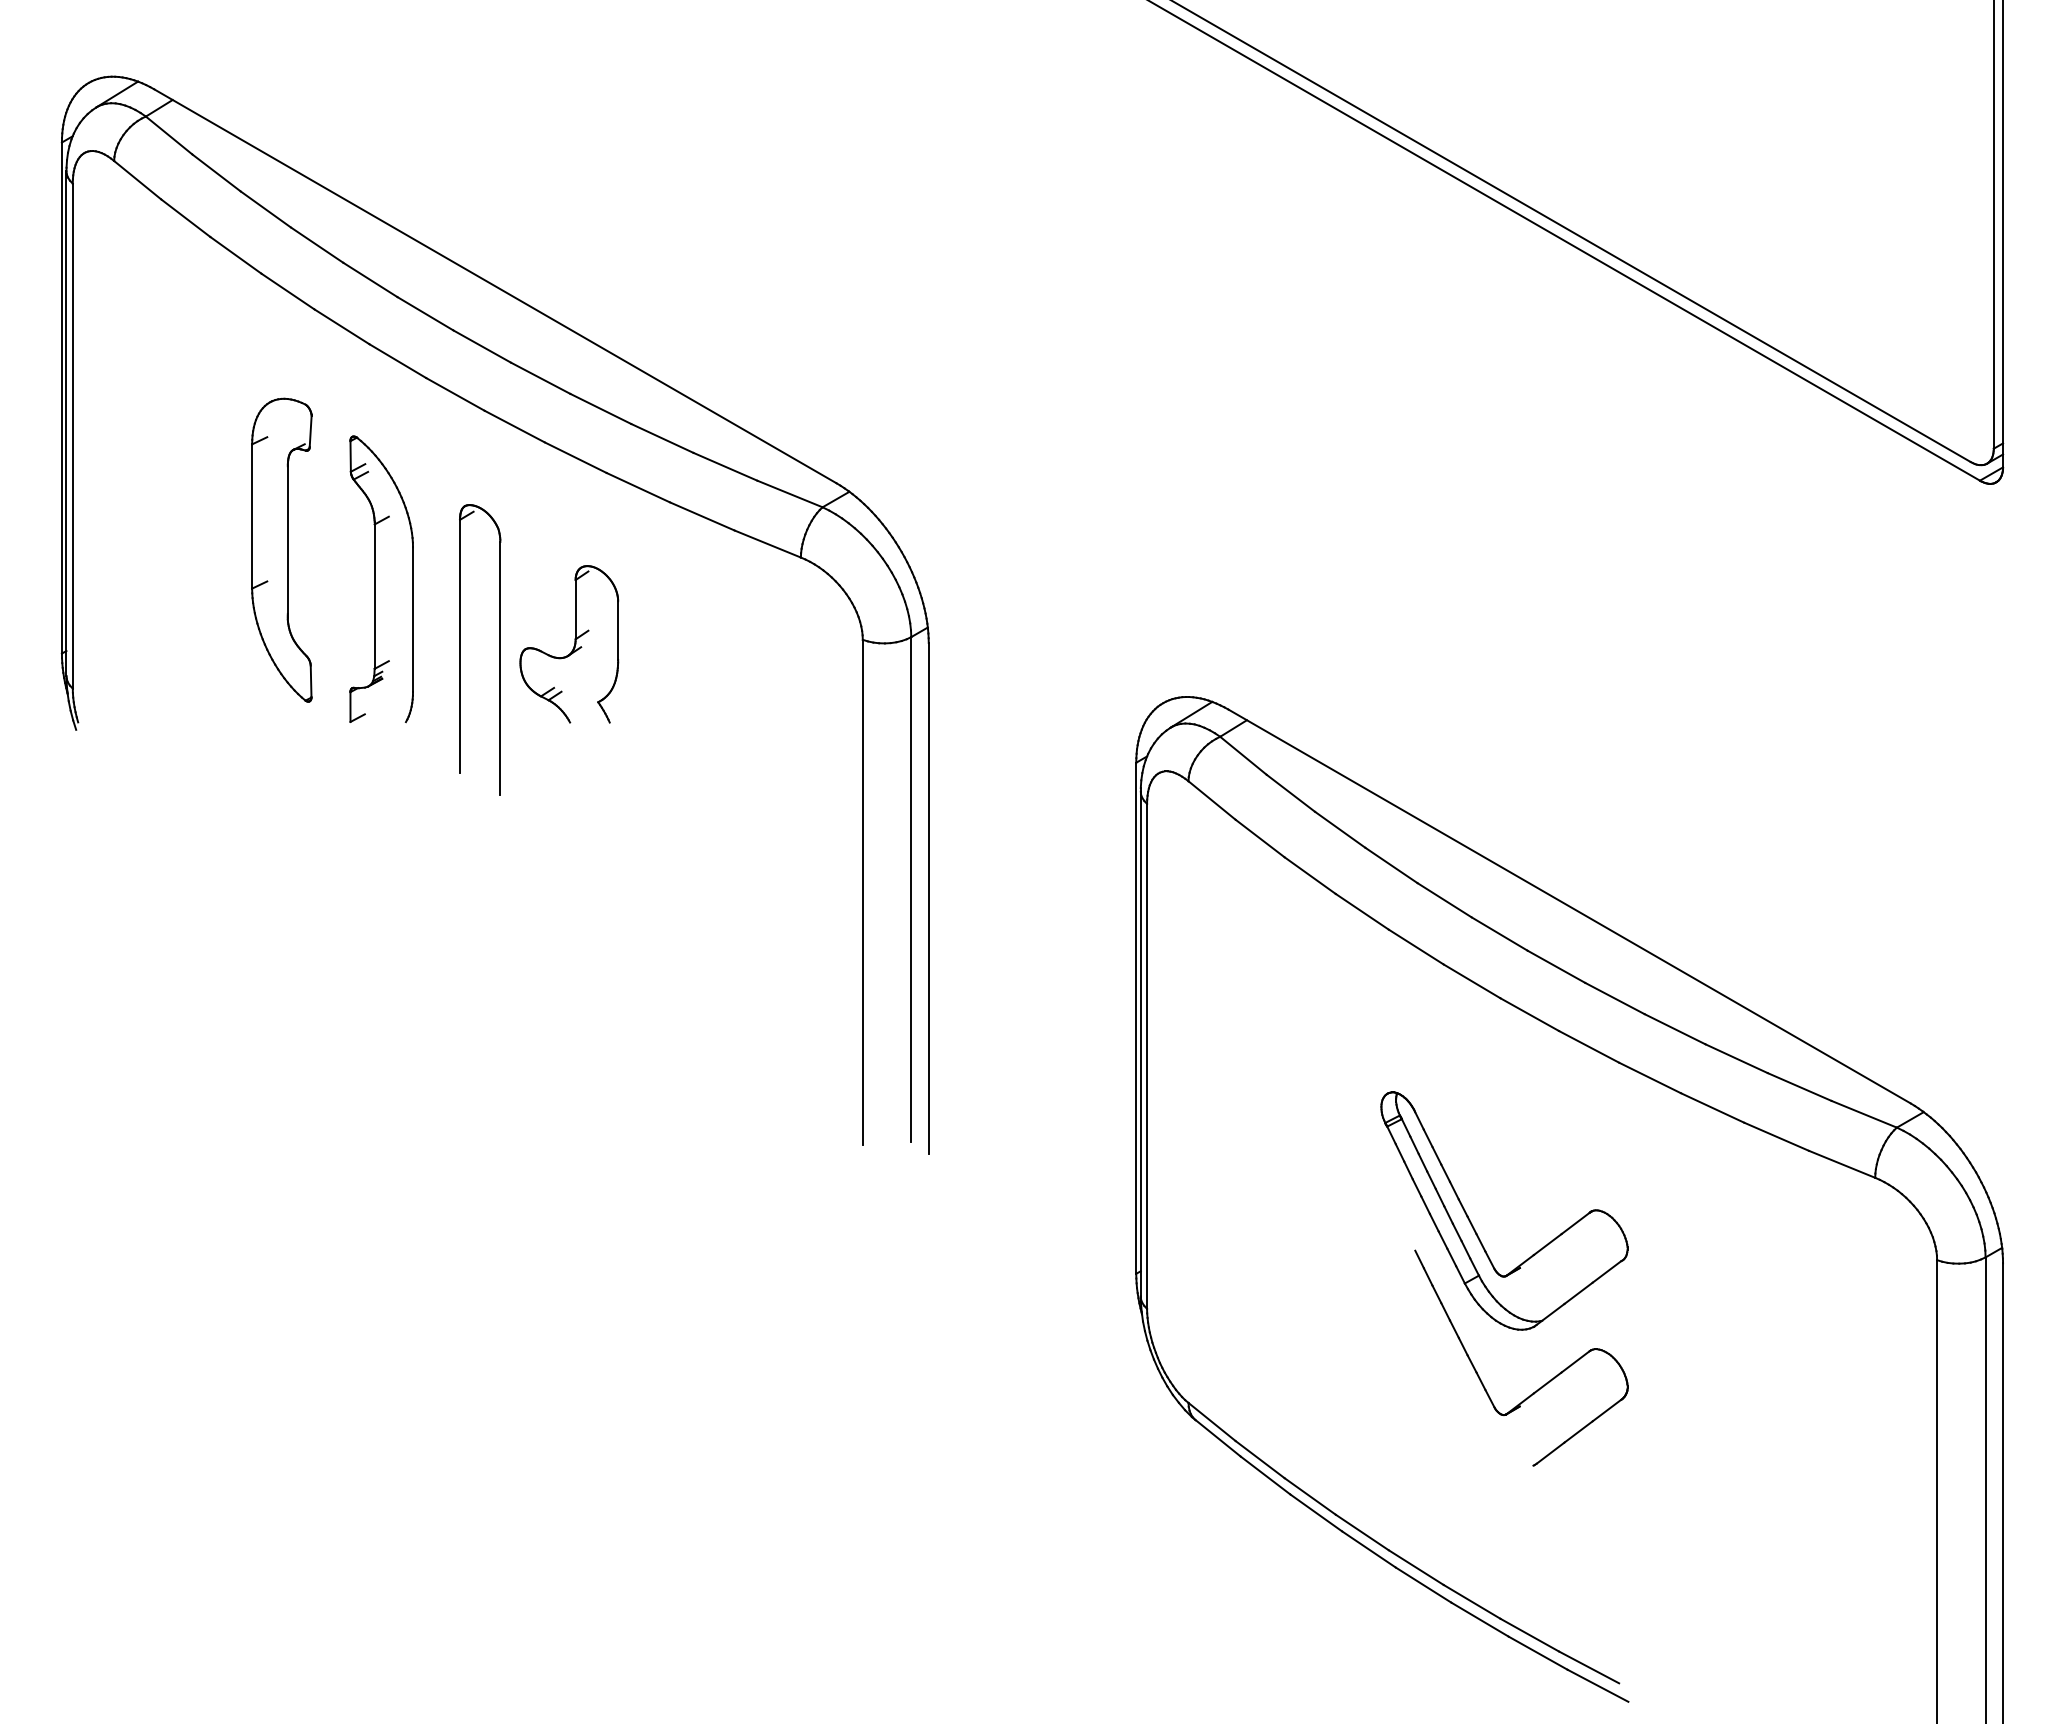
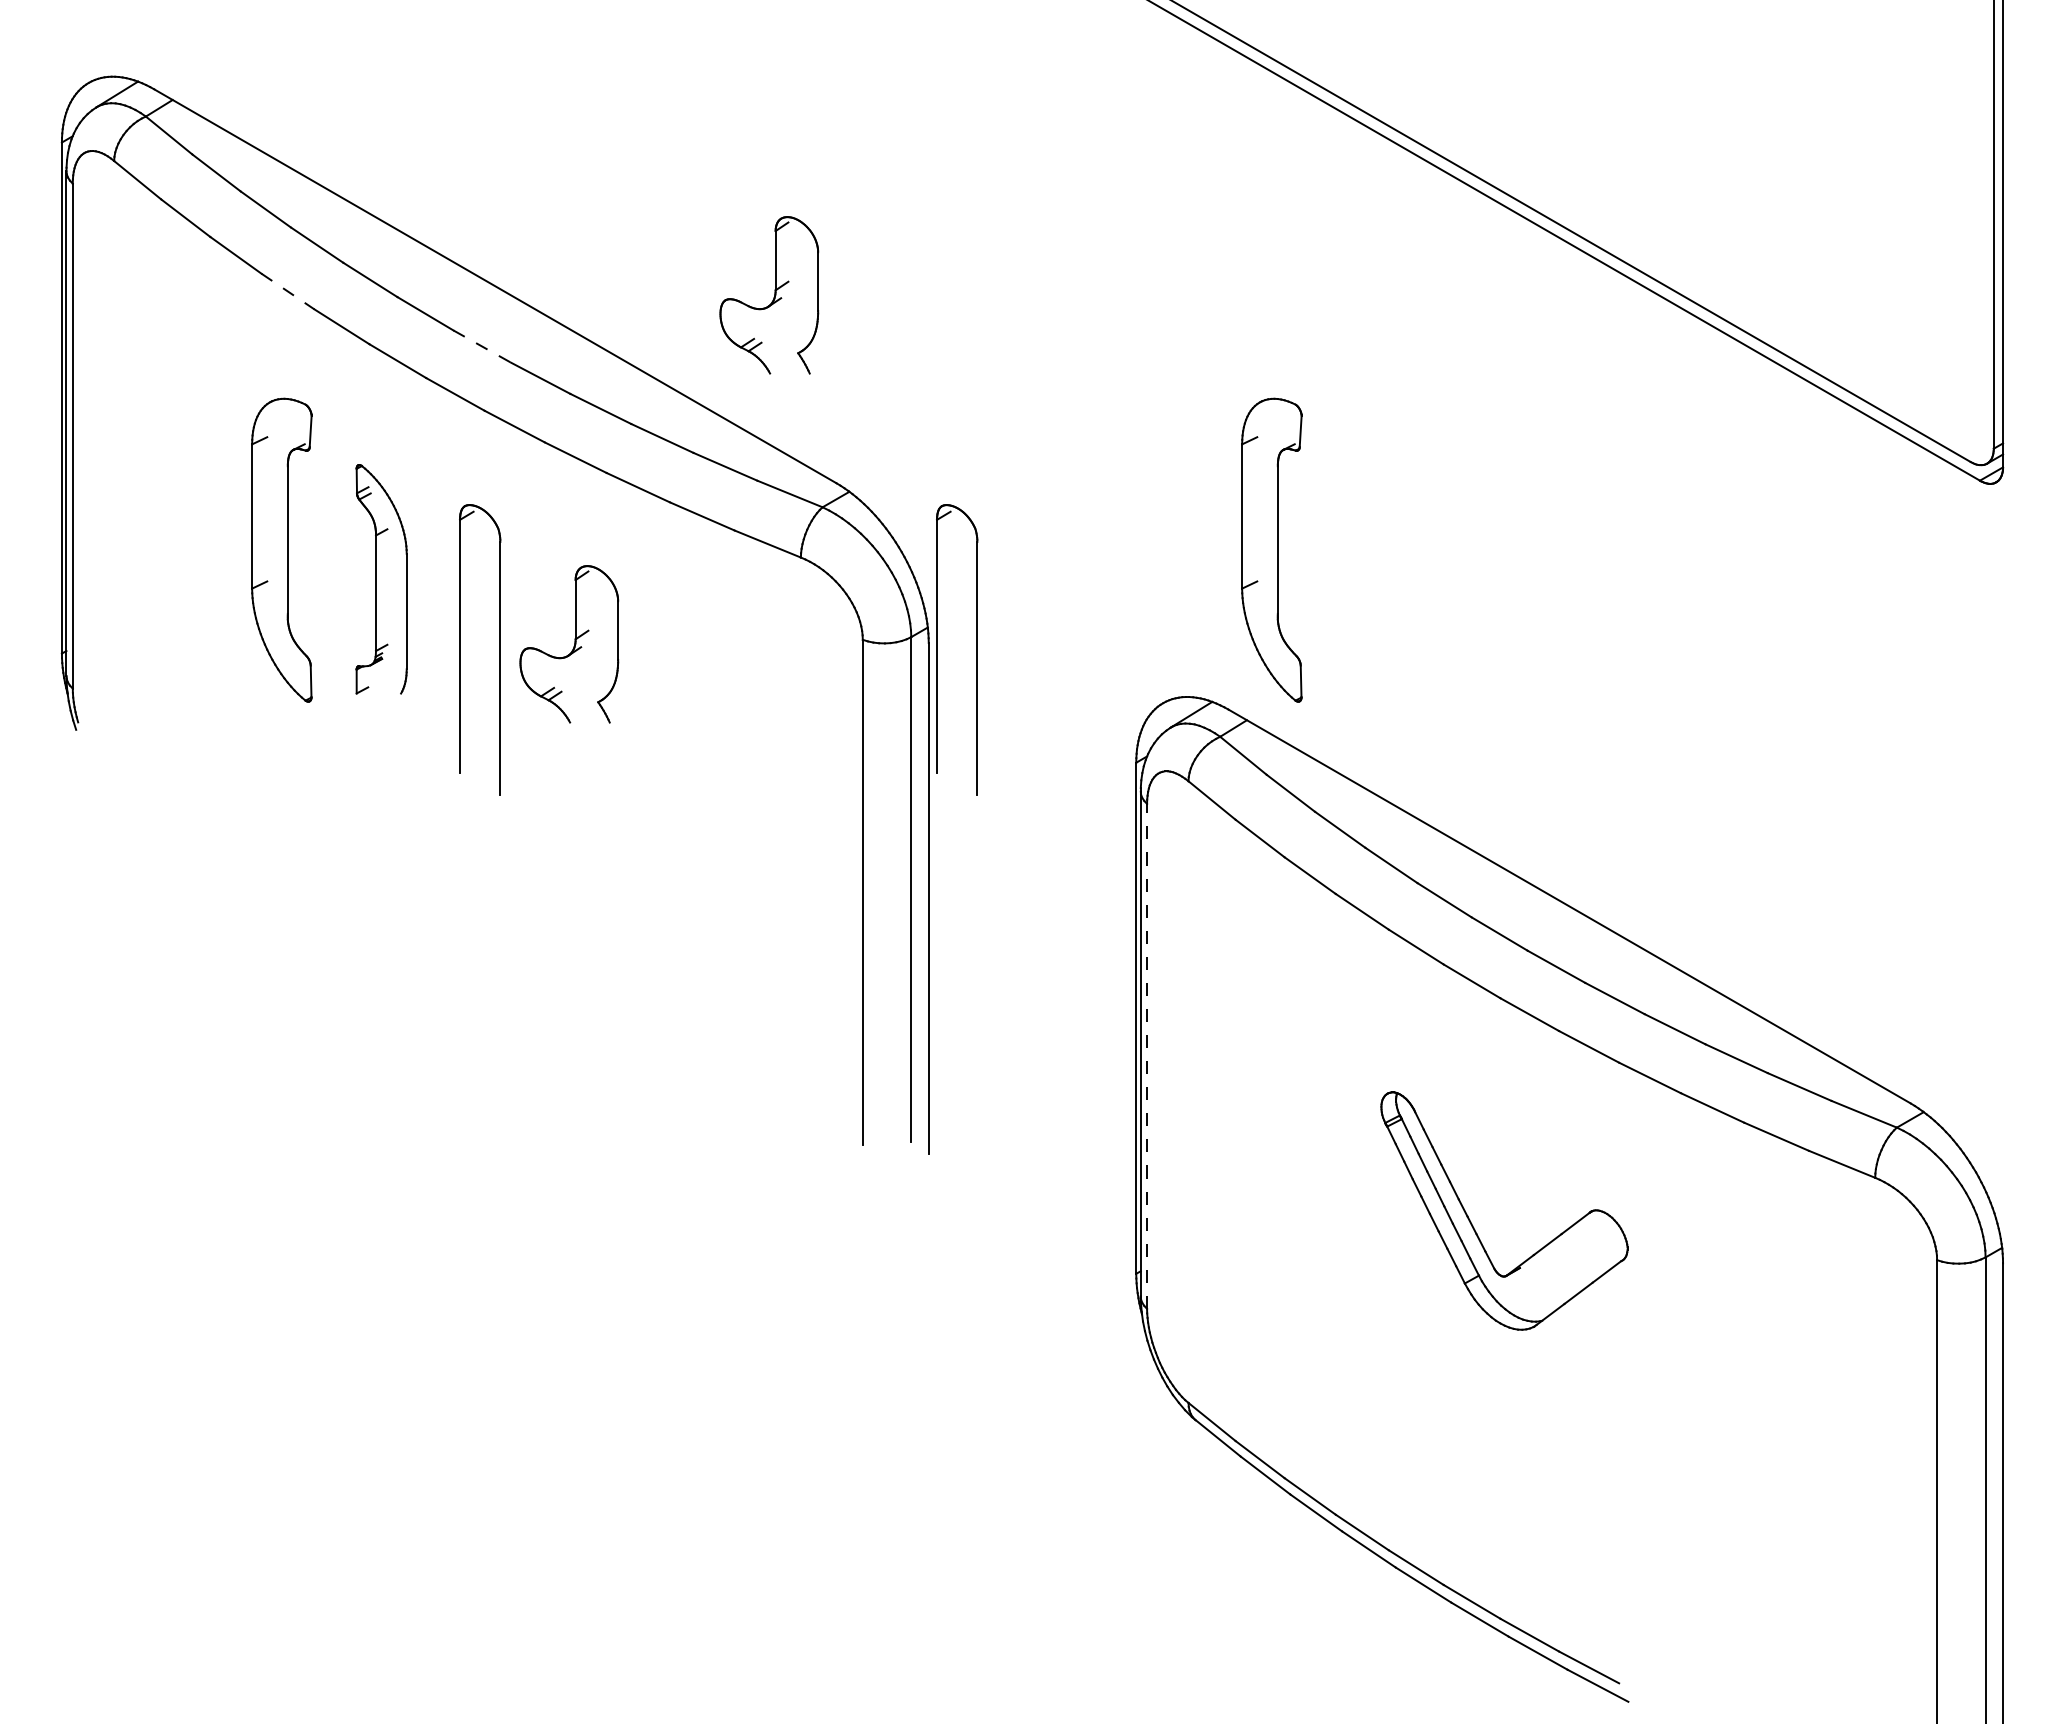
line at (287, 291): solid -> dashed
part at (769, 295): none -> present
line at (482, 346): solid -> dashed
part at (1271, 549): none -> present
part at (381, 579) size: 65x289 px -> 53x231 px
part at (976, 649): none -> present
line at (1147, 1055): solid -> dashed
part at (1543, 1384): present -> none
